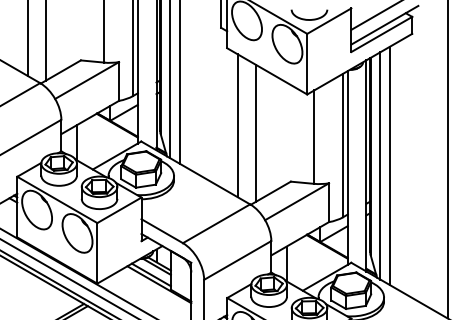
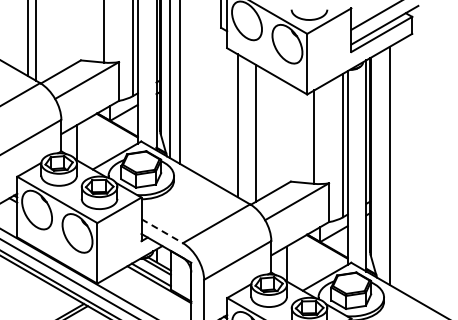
line at (45, 41) position: (45, 41) -> (35, 41)
line at (447, 159): present -> none
line at (380, 165): present -> none
line at (162, 231): solid -> dashed
